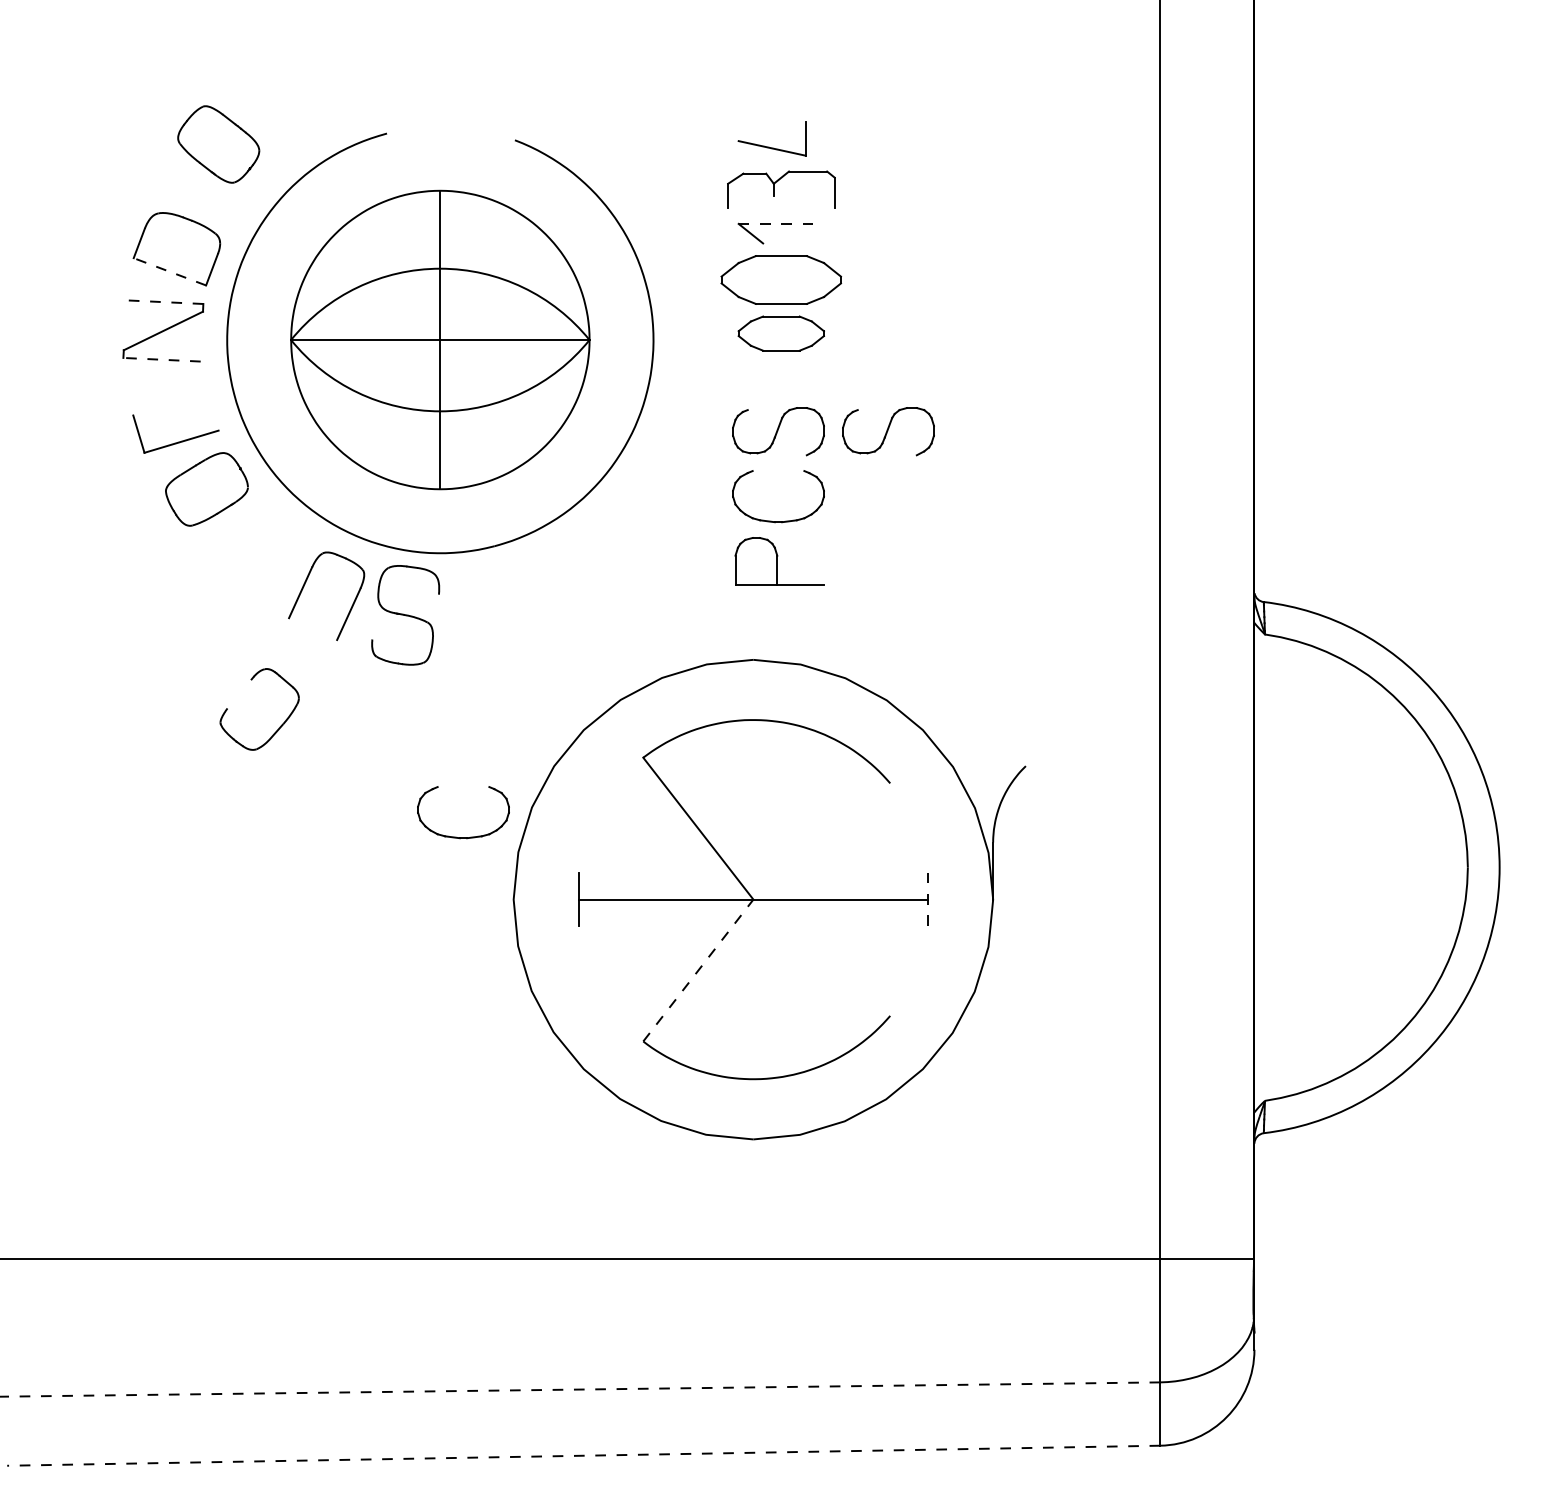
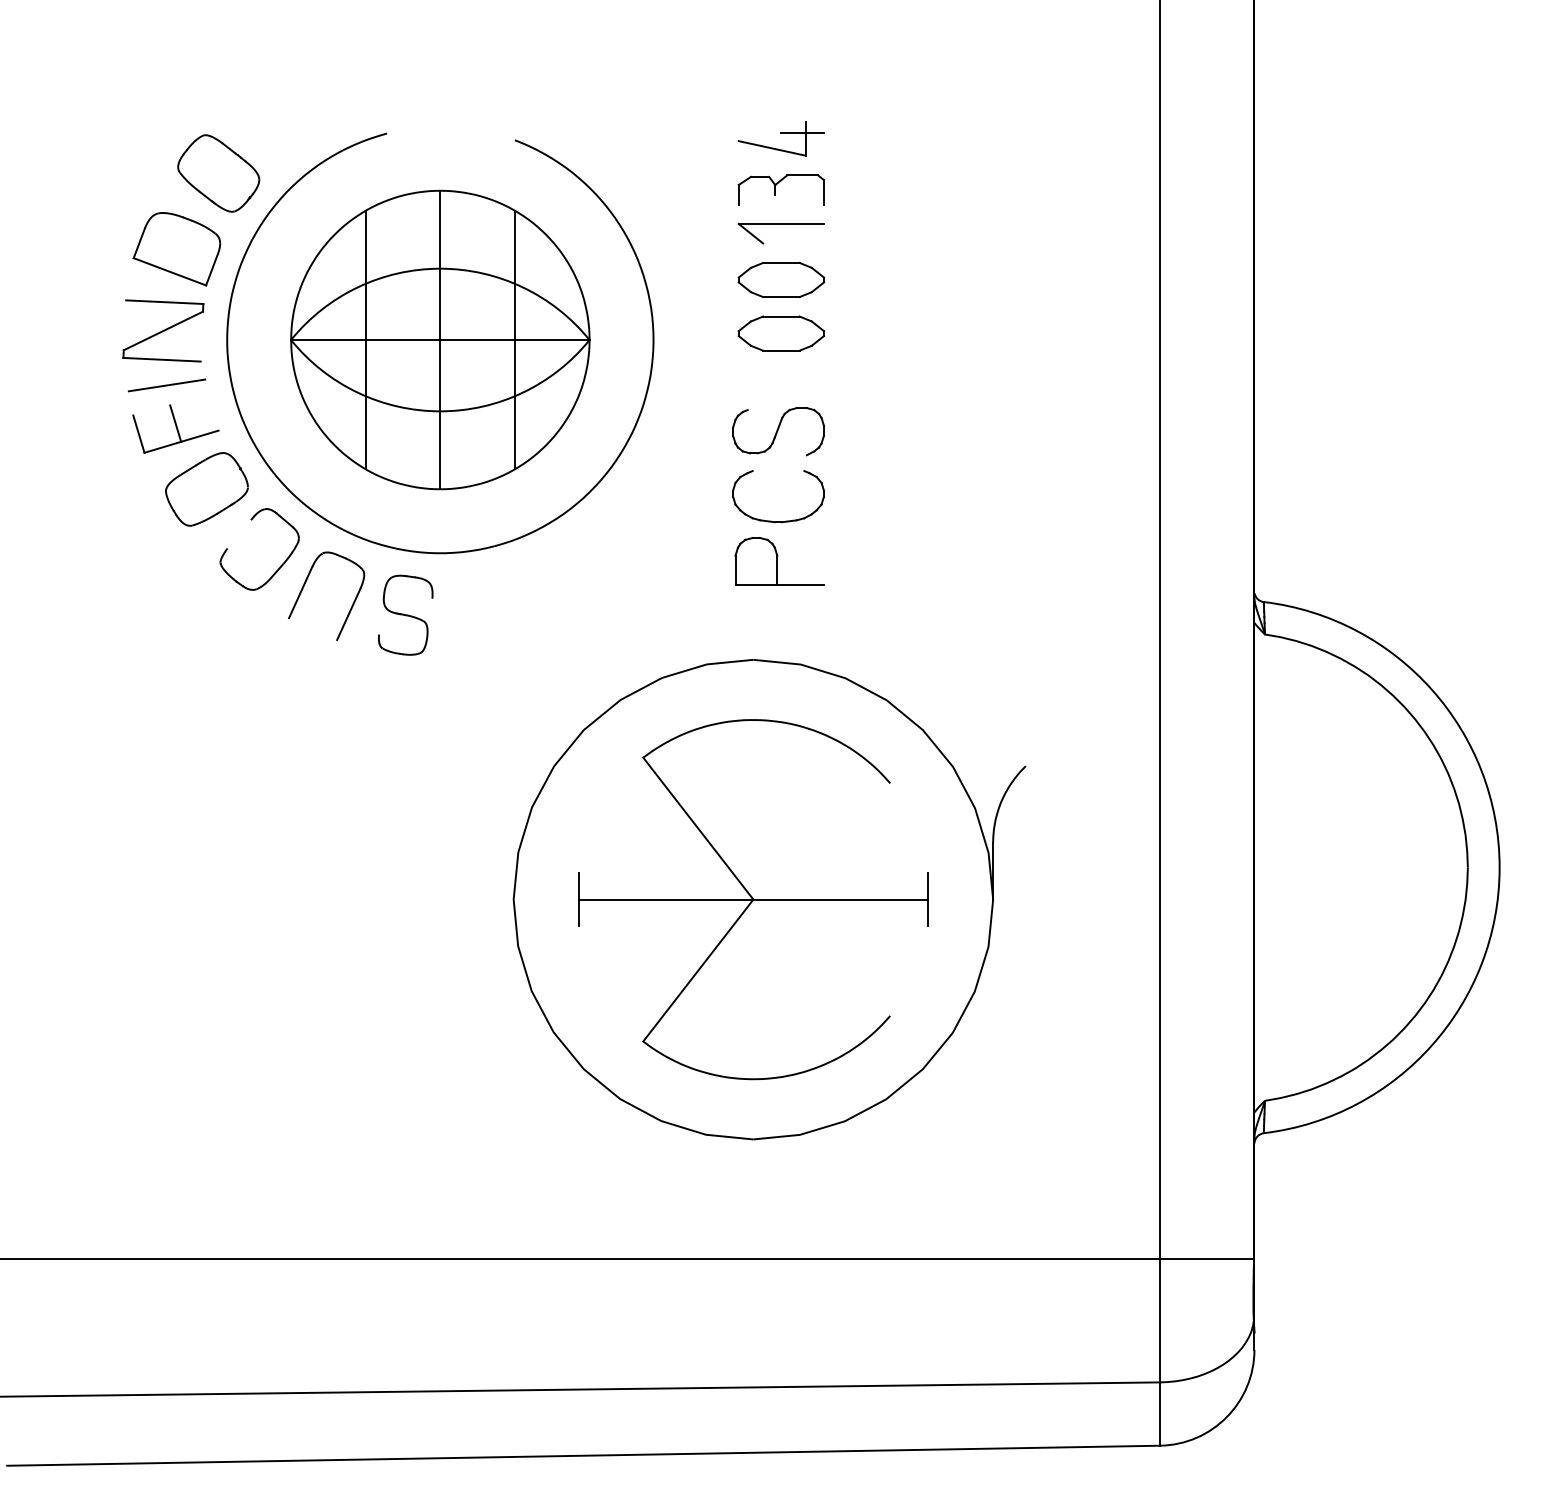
line at (802, 133): none -> present
part at (218, 144) position: (218, 144) -> (218, 173)
part at (781, 189) size: 109x39 px -> 88x32 px
line at (781, 223): dashed -> solid
line at (169, 271): dashed -> solid
part at (781, 279) size: 123x50 px -> 89x38 px
line at (164, 302): dashed -> solid
line at (365, 339): none -> present
line at (514, 339): none -> present
line at (162, 359): dashed -> solid
line at (166, 385): none -> present
line at (175, 423): none -> present
part at (888, 431): present -> none
part at (405, 615) size: 70x101 px -> 56x82 px
part at (279, 726) position: (279, 726) -> (279, 566)
part at (456, 836): present -> none
line at (927, 899): dashed -> solid
line at (698, 970): dashed -> solid
line at (580, 1389): dashed -> solid
line at (583, 1455): dashed -> solid
